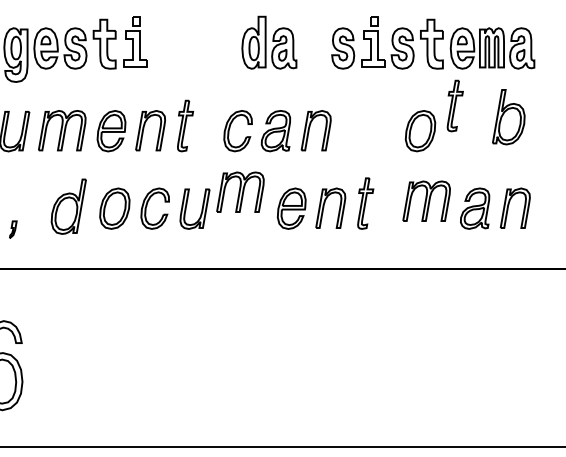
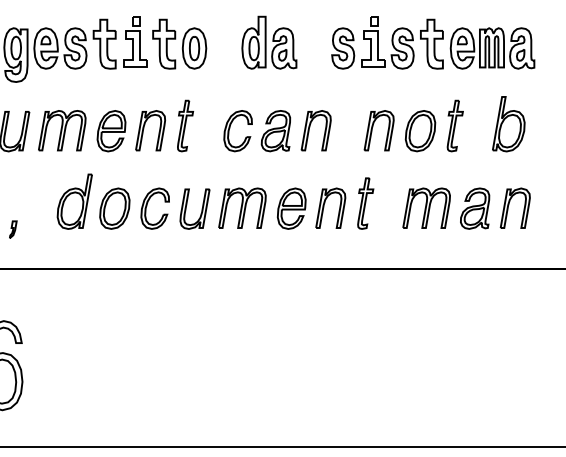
part at (179, 43): none -> present
part at (454, 105) position: (454, 105) -> (454, 125)
part at (508, 117) position: (508, 117) -> (508, 124)
part at (378, 130): none -> present
part at (240, 191) position: (240, 191) -> (242, 207)
part at (426, 200) position: (426, 200) -> (426, 207)
part at (68, 206) position: (68, 206) -> (74, 201)
